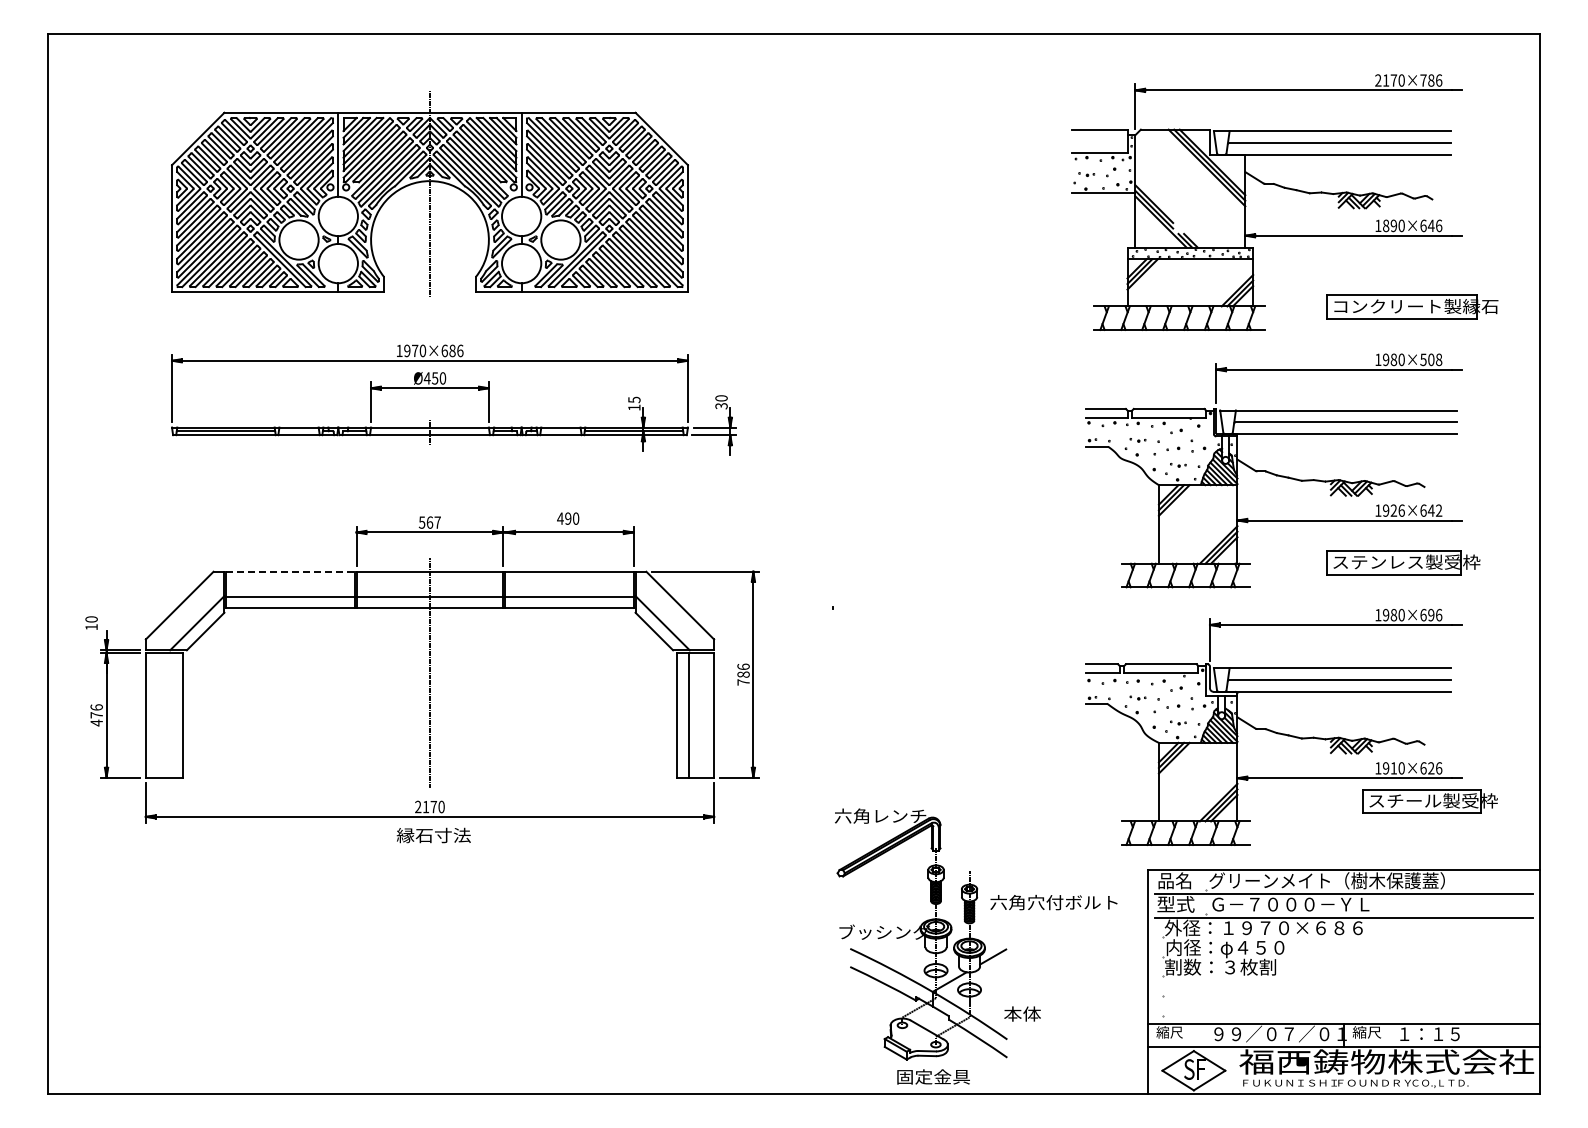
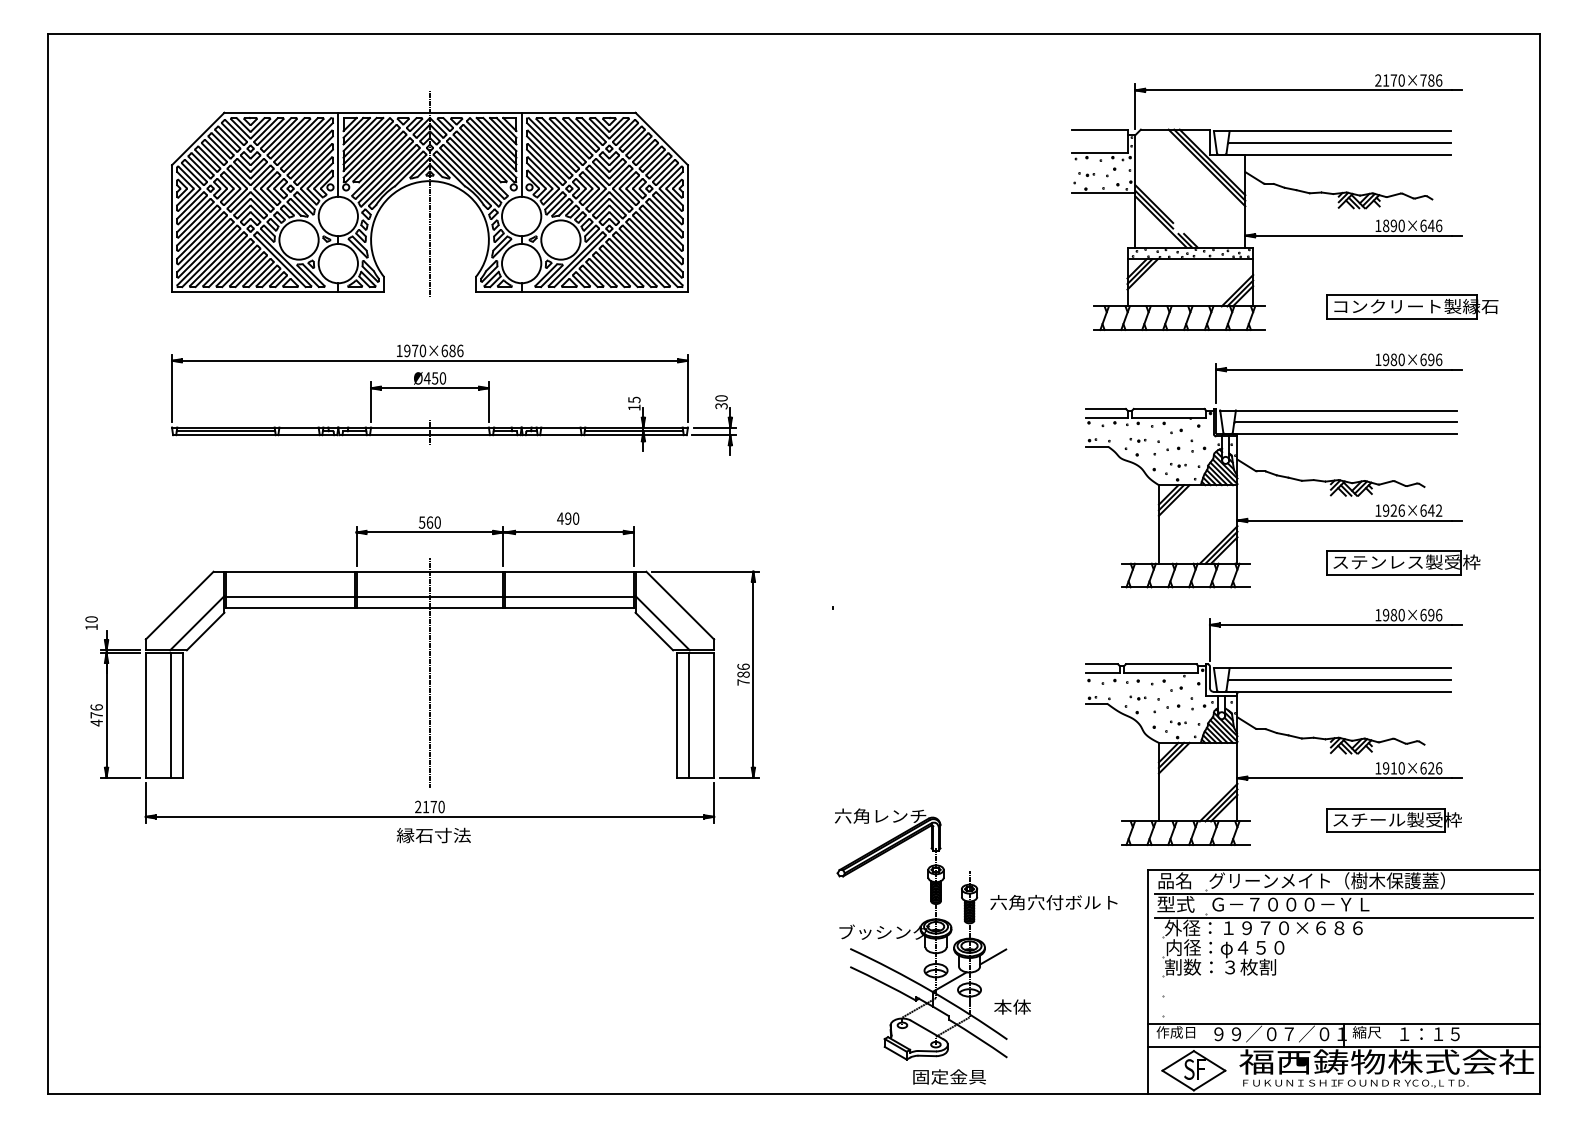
text at (1431, 359): 1980×508 -> 1980×696
text at (437, 522): 567 -> 560
line at (291, 571): dashed -> solid
line at (170, 714): none -> present
part at (1429, 801) position: (1429, 801) -> (1393, 820)
text at (1022, 1013) position: (1022, 1013) -> (1012, 1006)
text at (1175, 1032): 縮尺 -> 作成日
text at (933, 1076) position: (933, 1076) -> (949, 1076)
